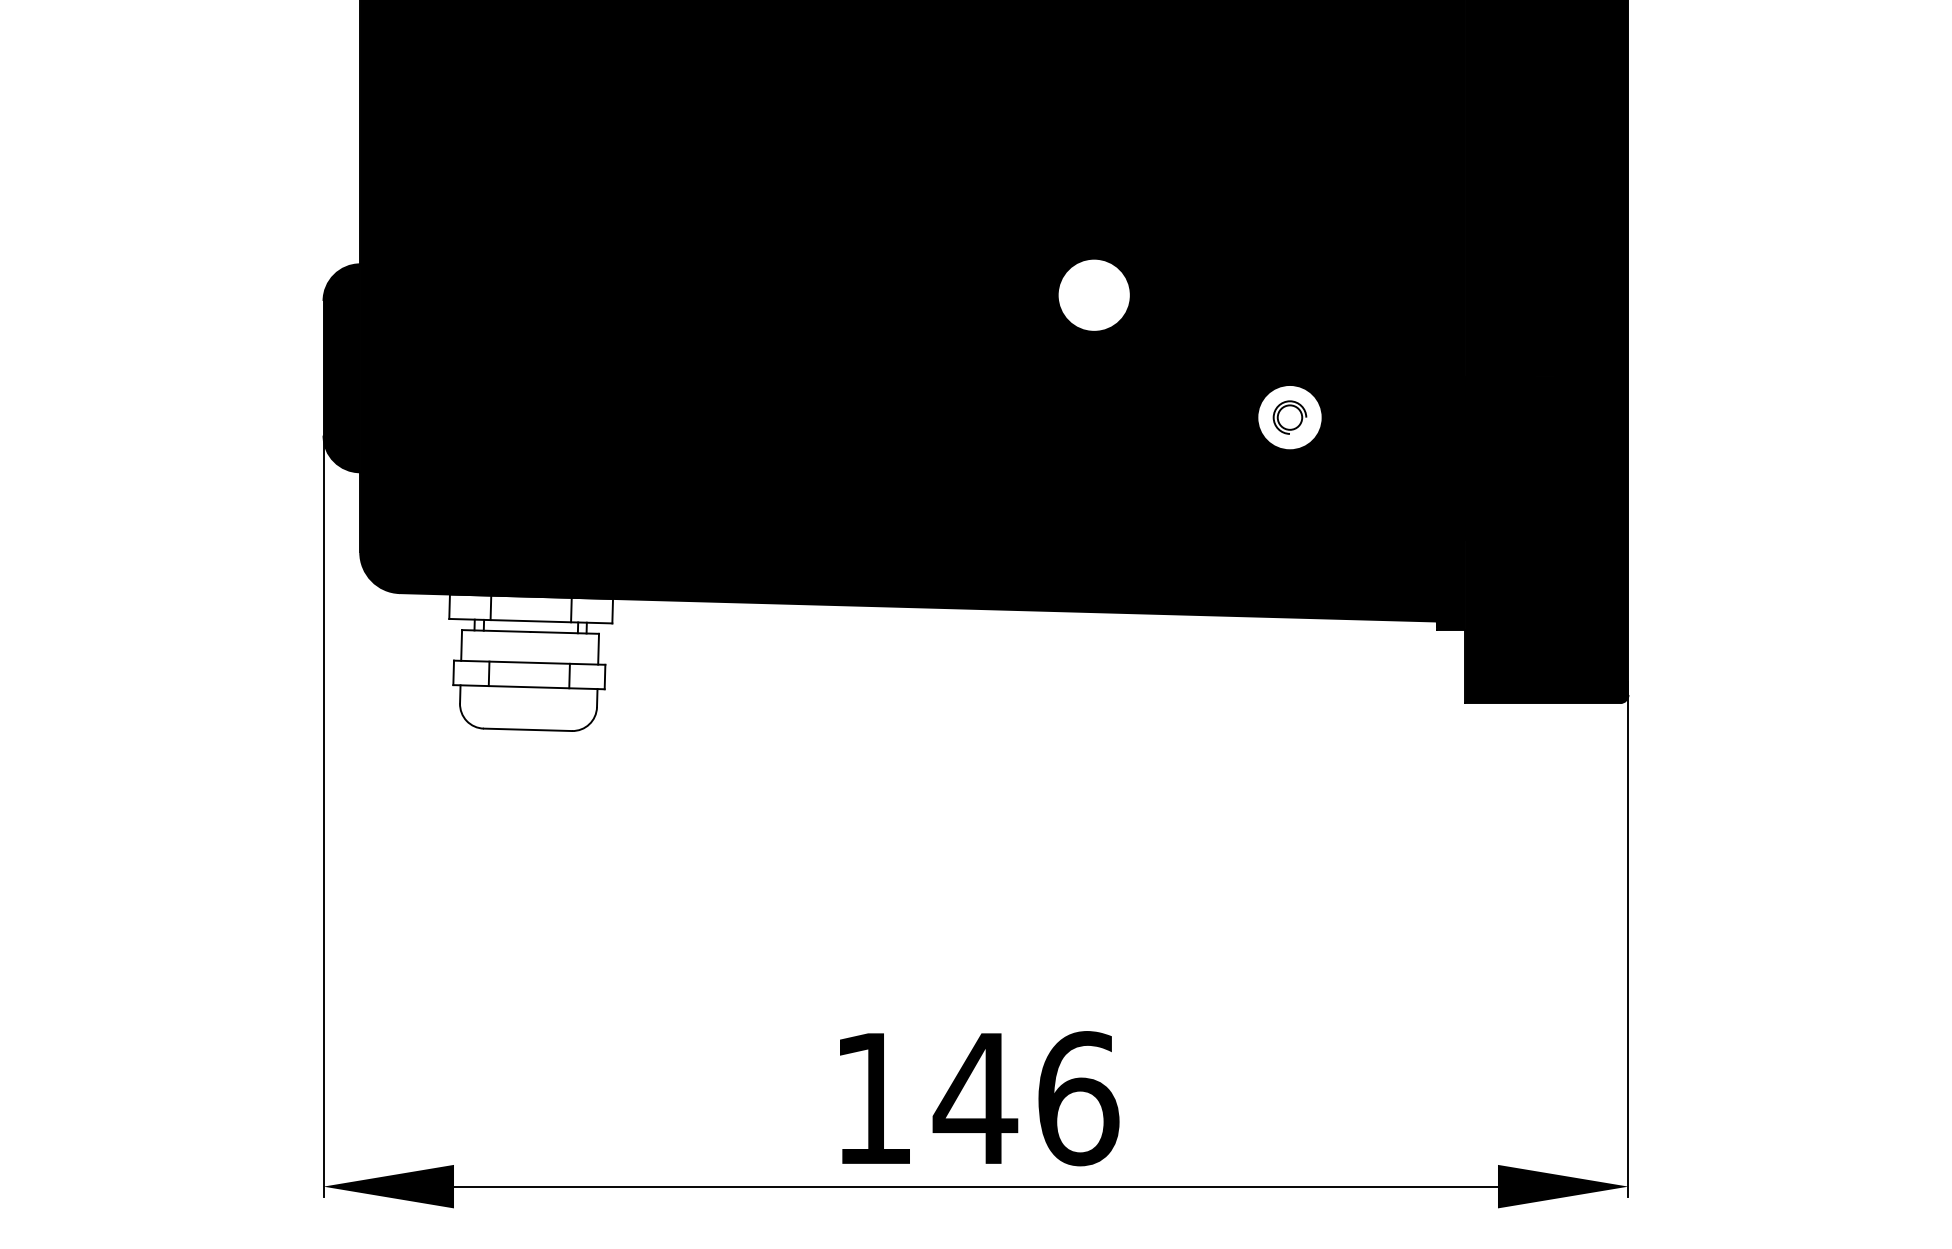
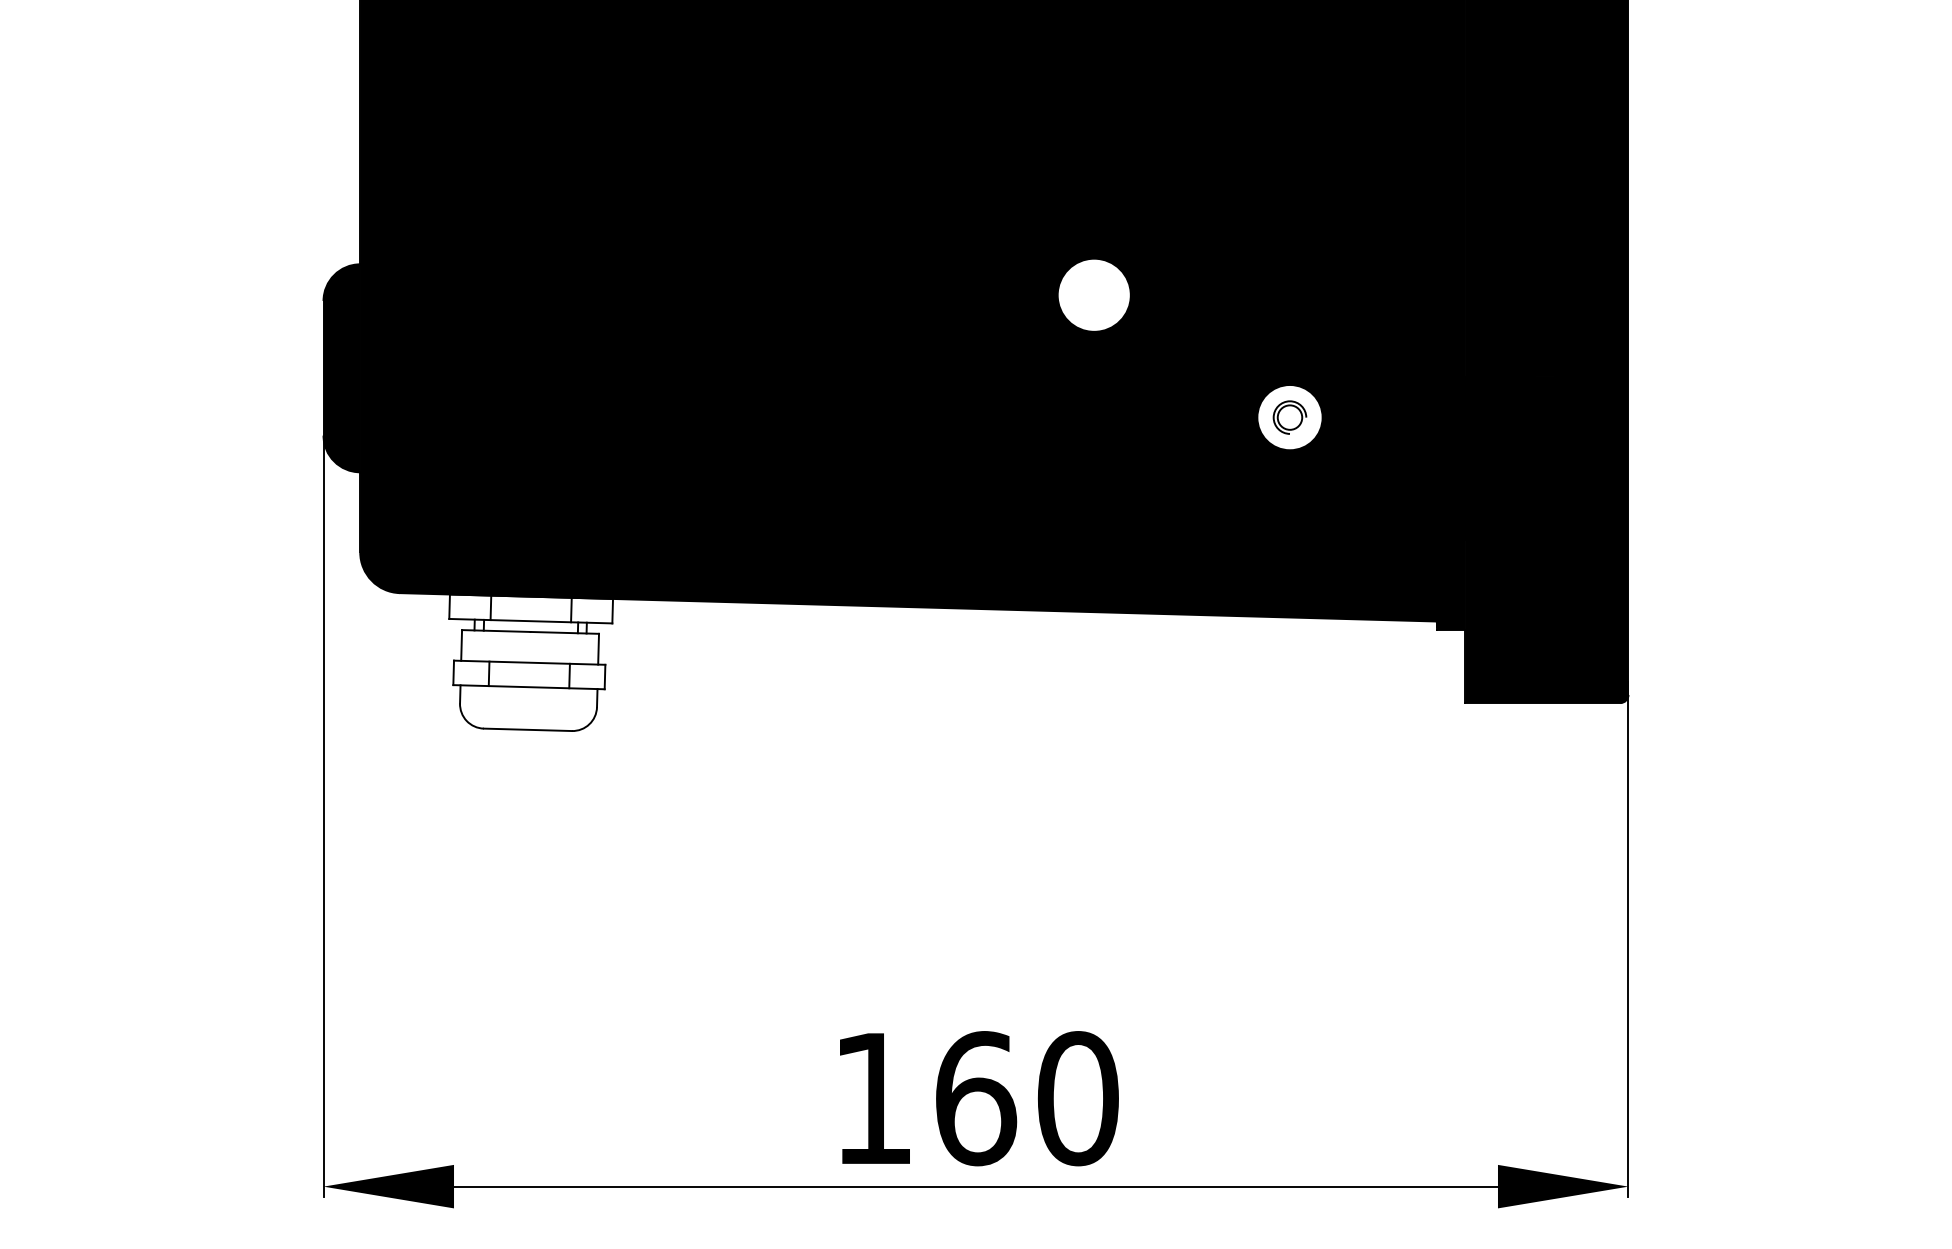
text at (1025, 1098): 146 -> 160
